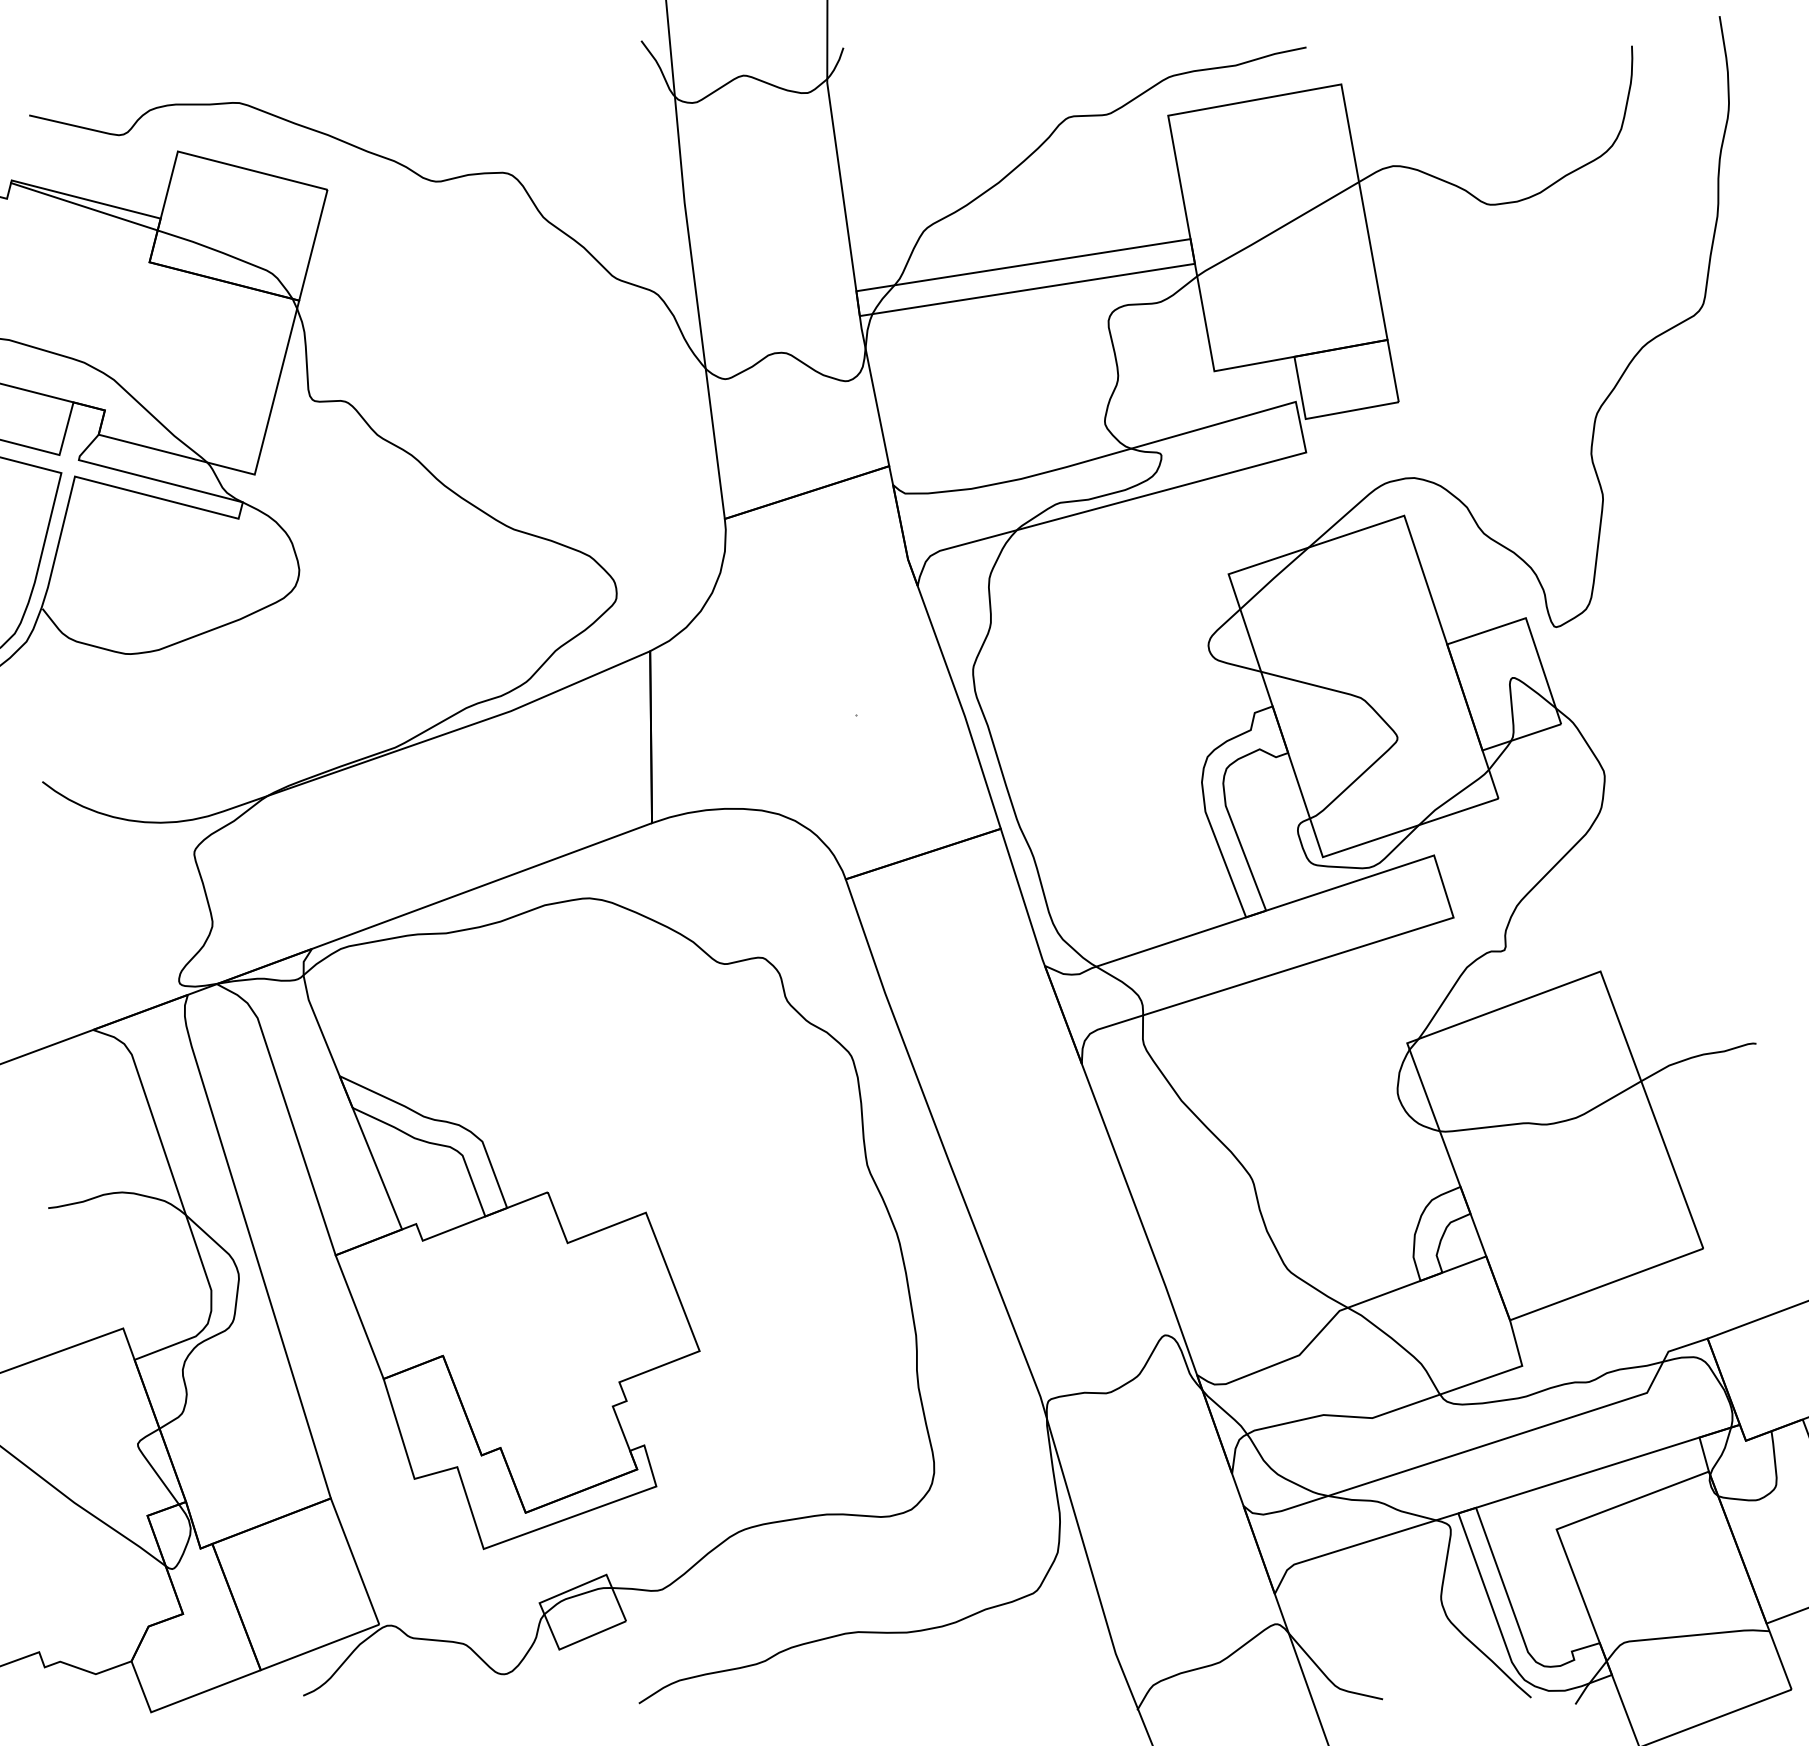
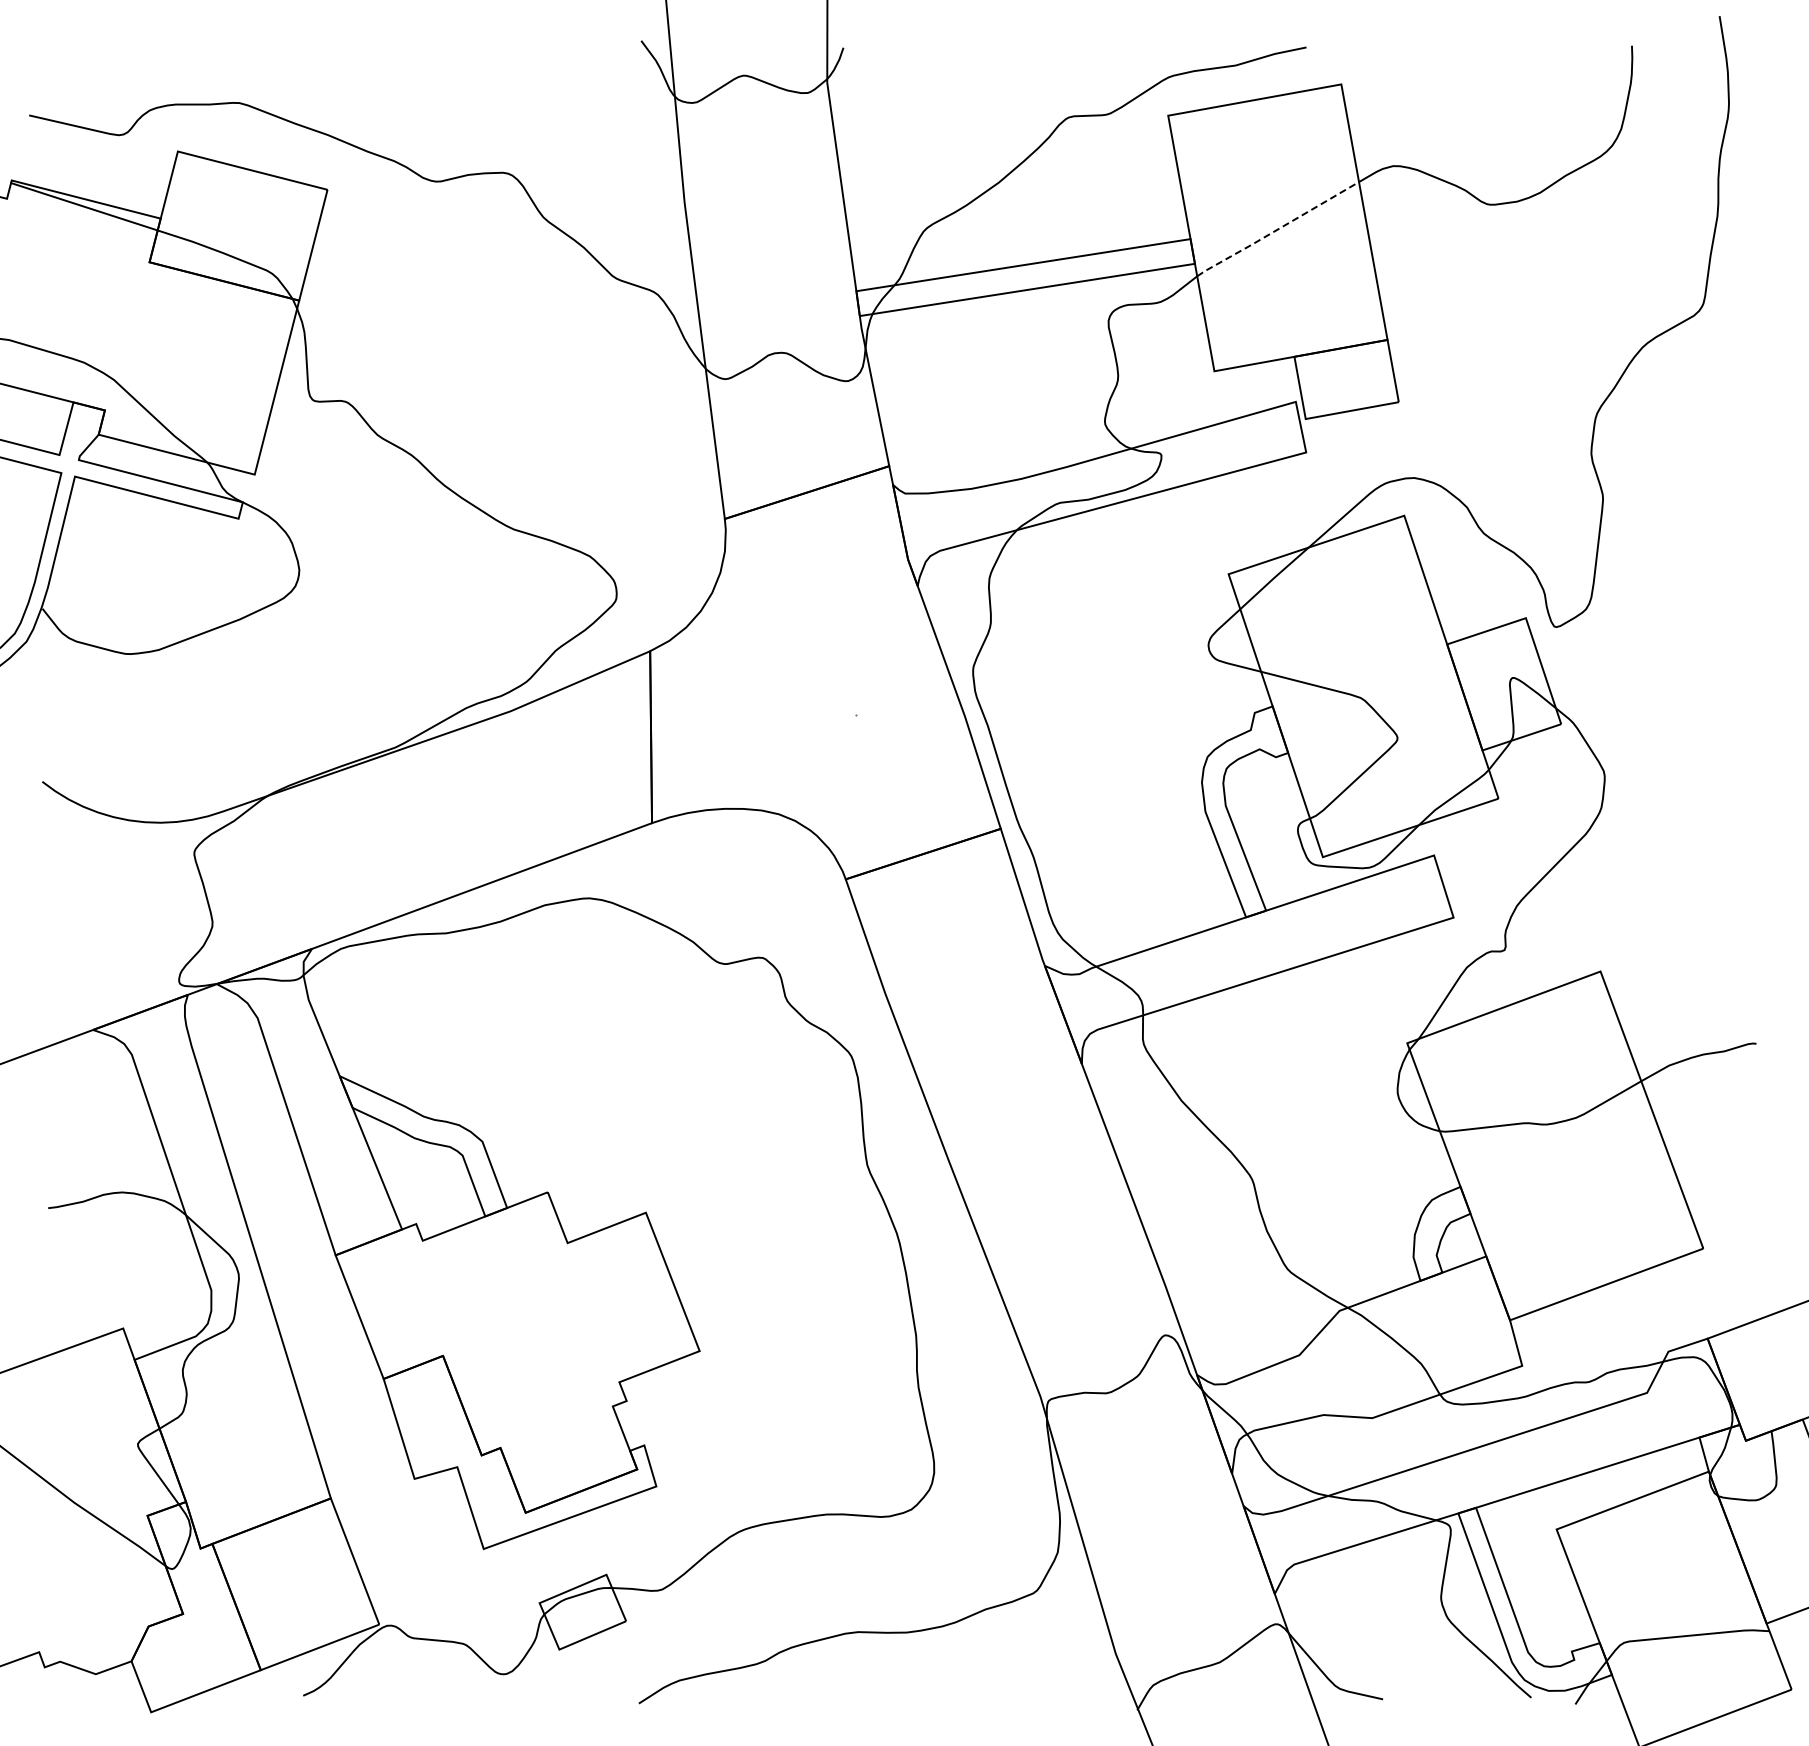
line at (1277, 229): solid -> dashed
